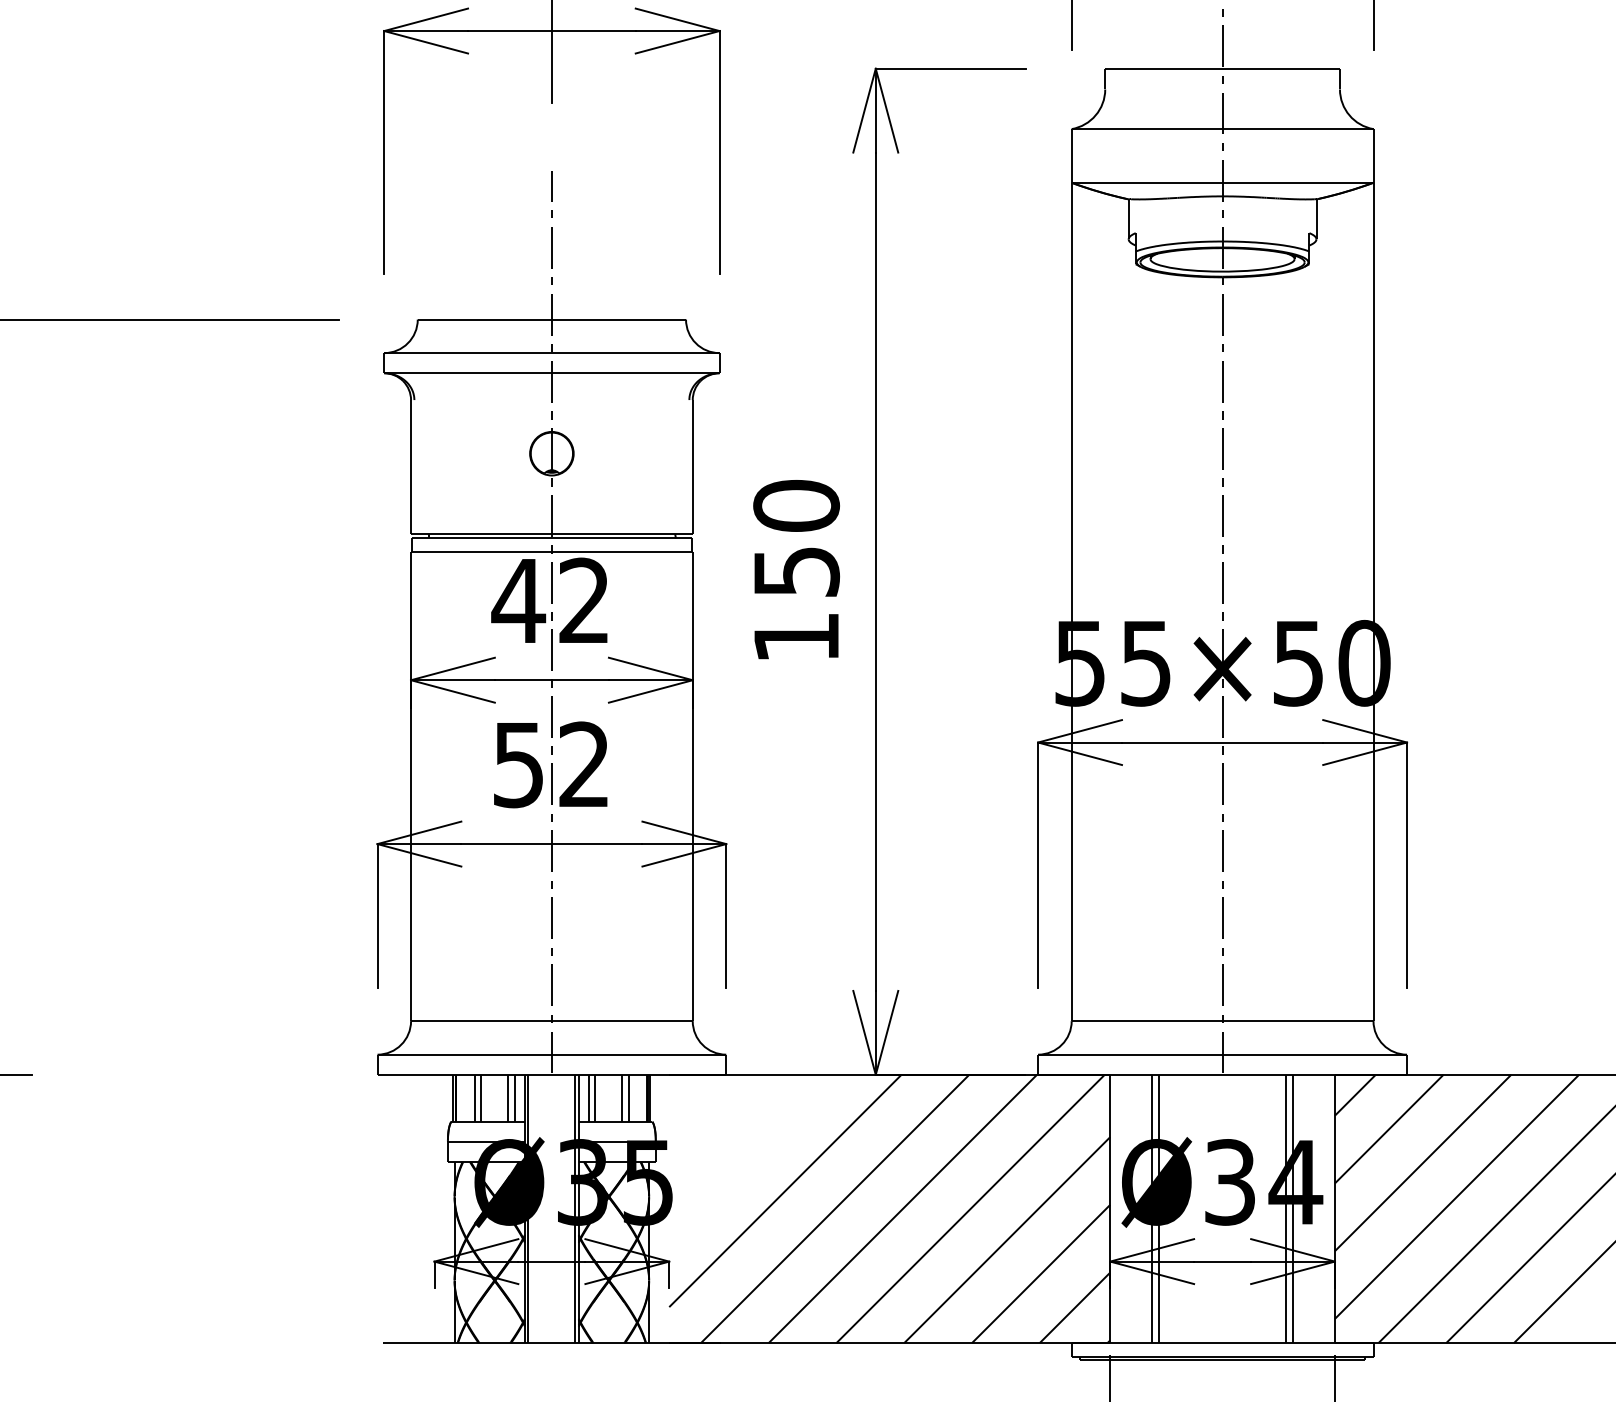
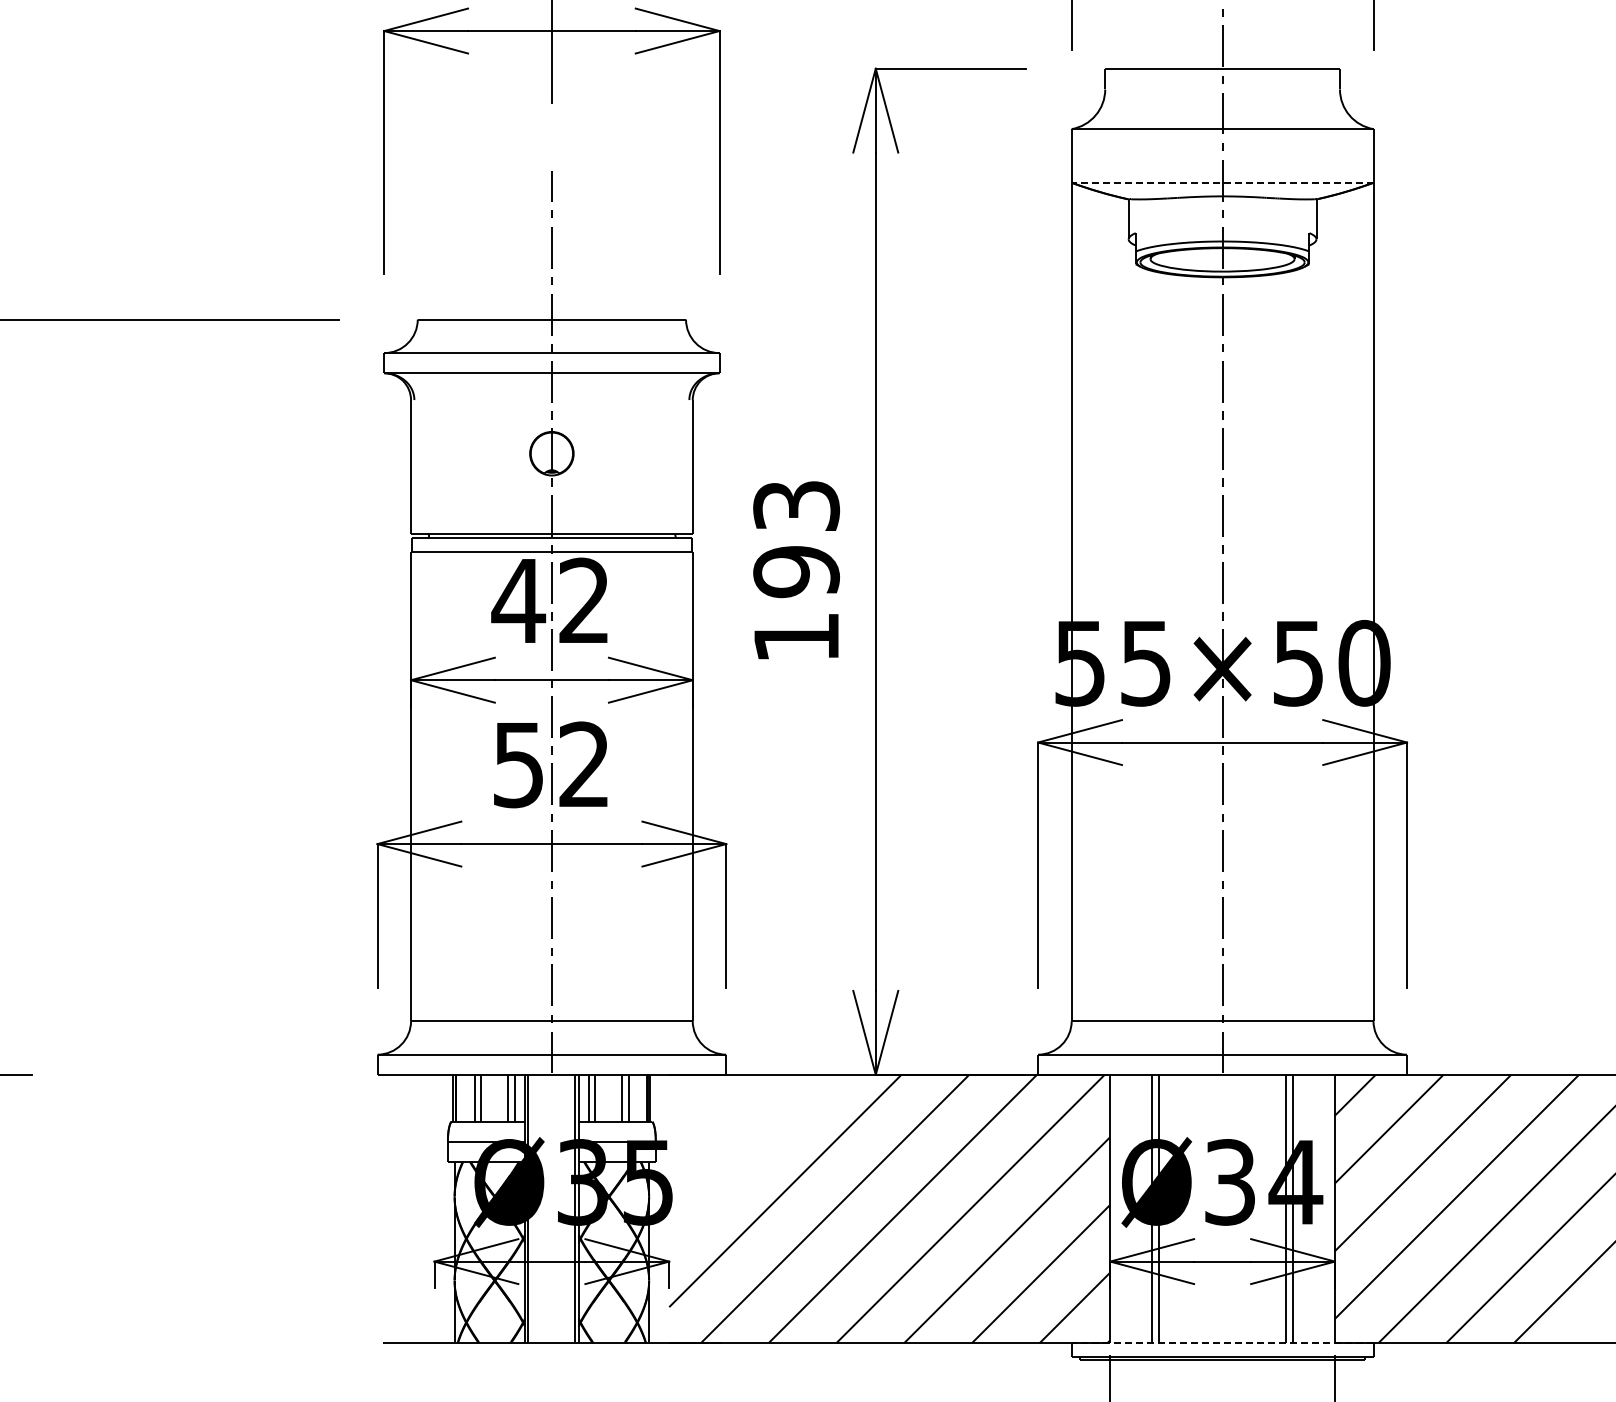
line at (1222, 182): solid -> dashed
text at (796, 539): 150 -> 193
line at (1222, 1343): solid -> dashed
